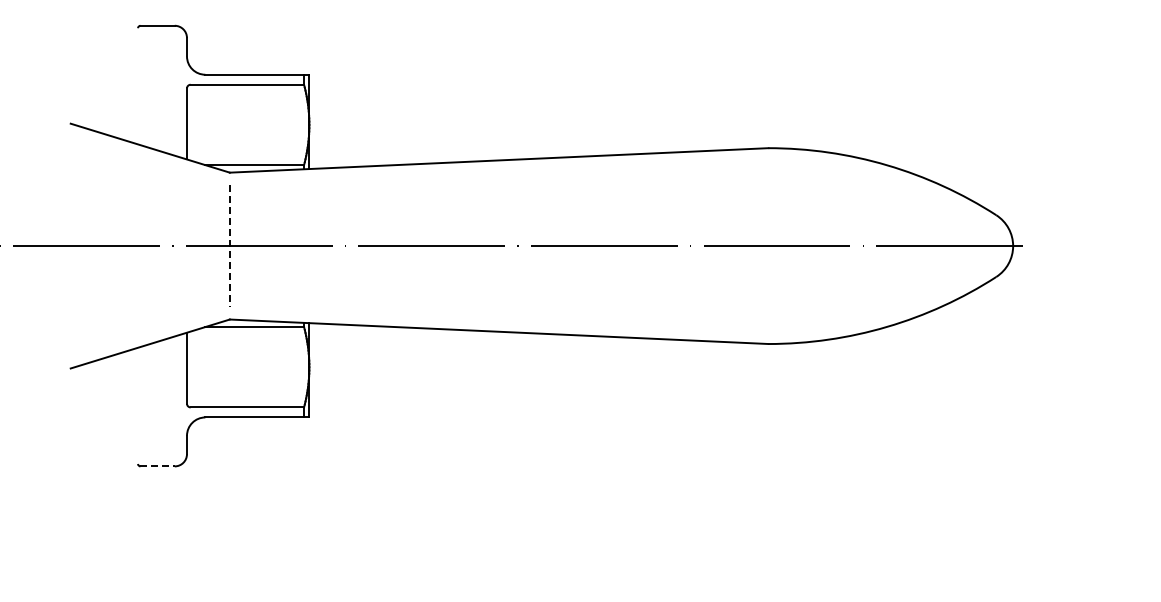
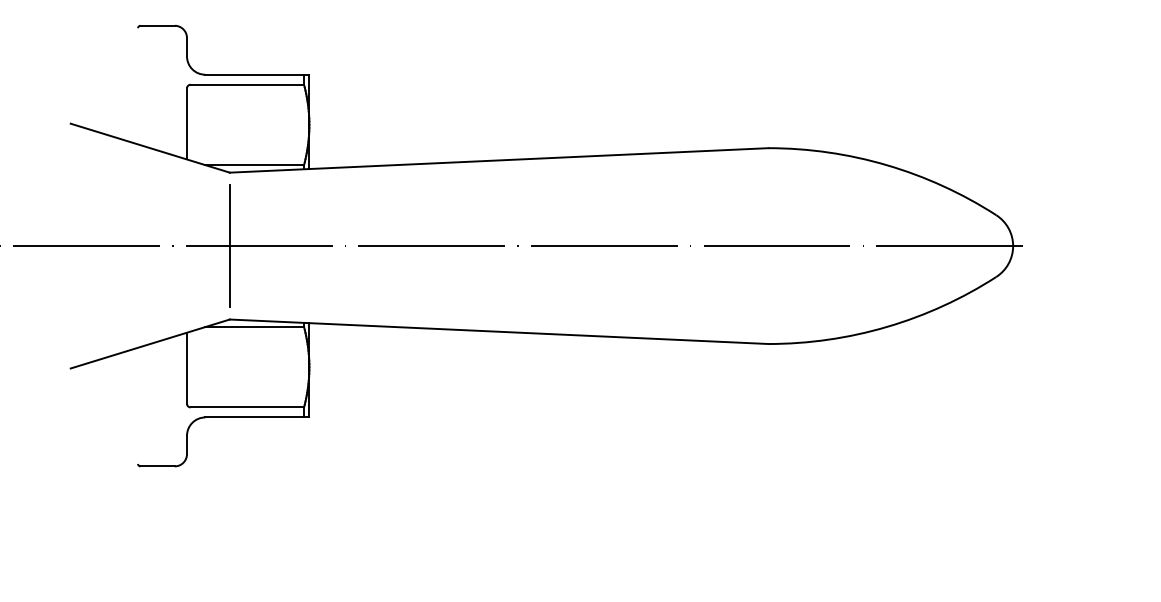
line at (229, 246): dashed -> solid
line at (158, 466): dashed -> solid
